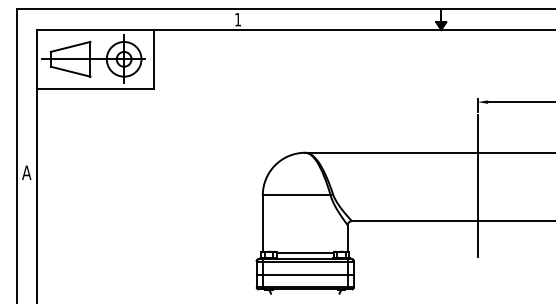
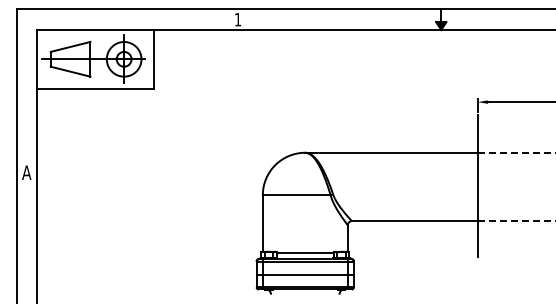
line at (516, 152): solid -> dashed
line at (516, 221): solid -> dashed
